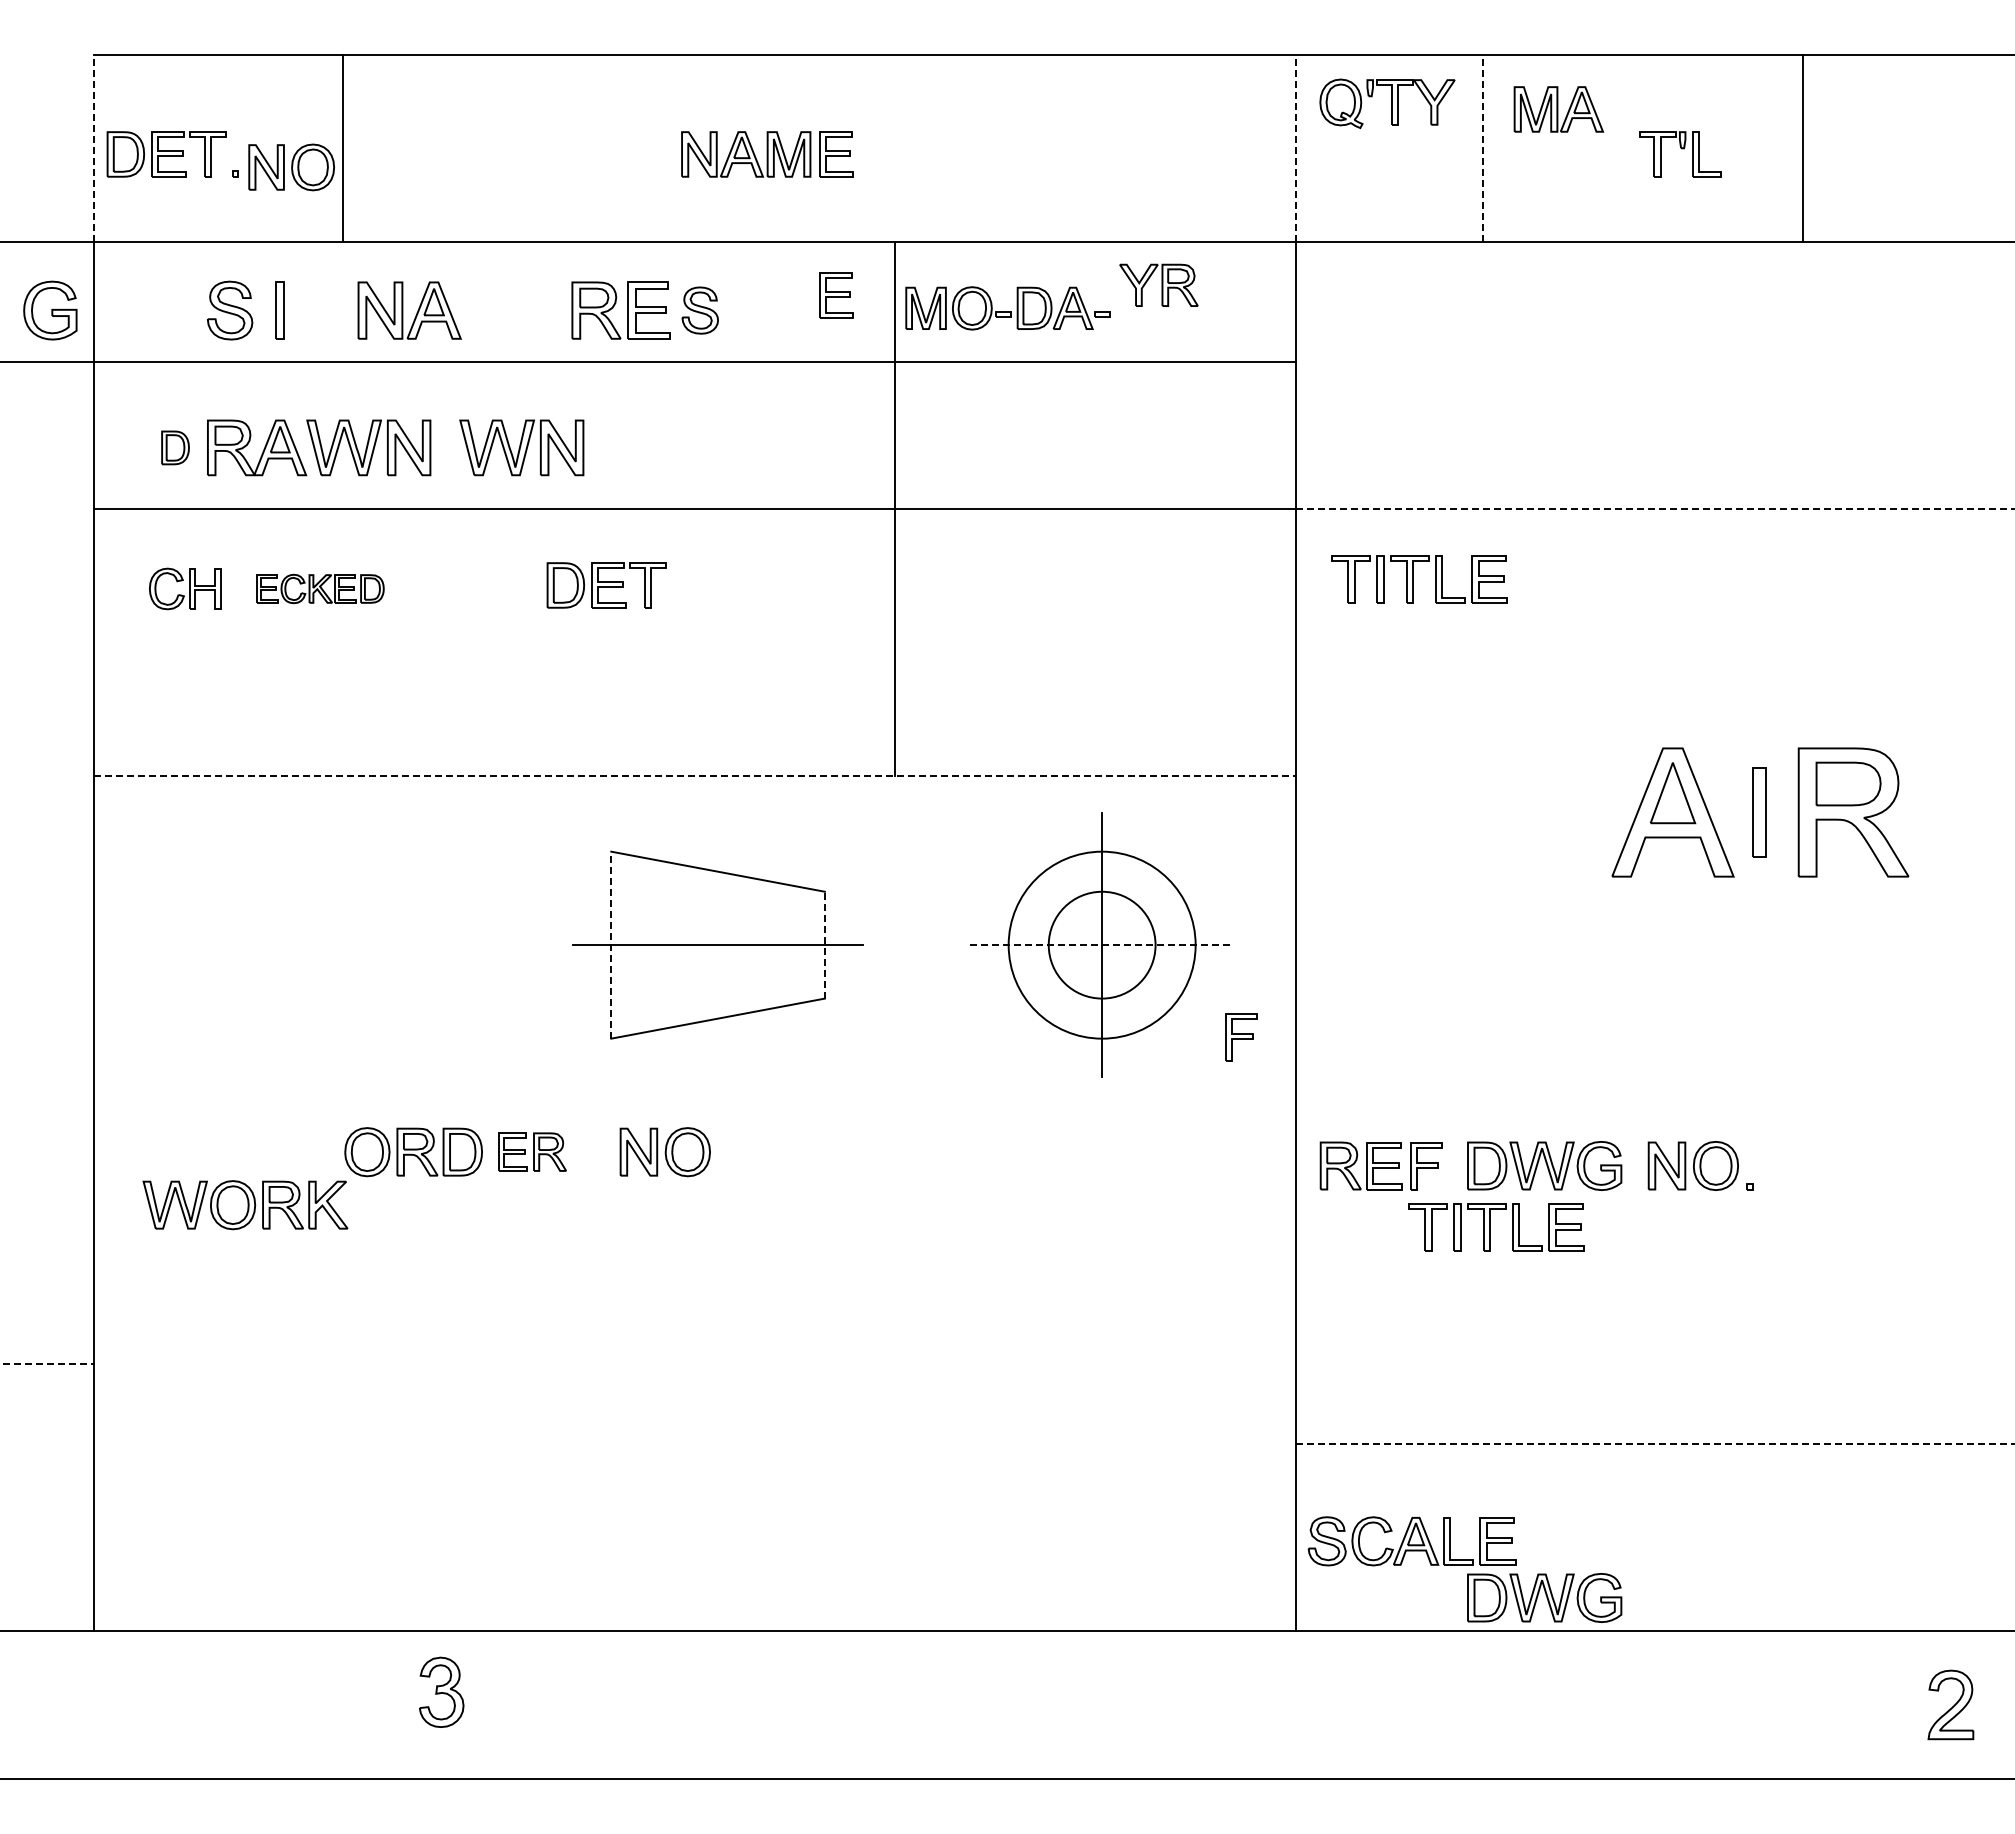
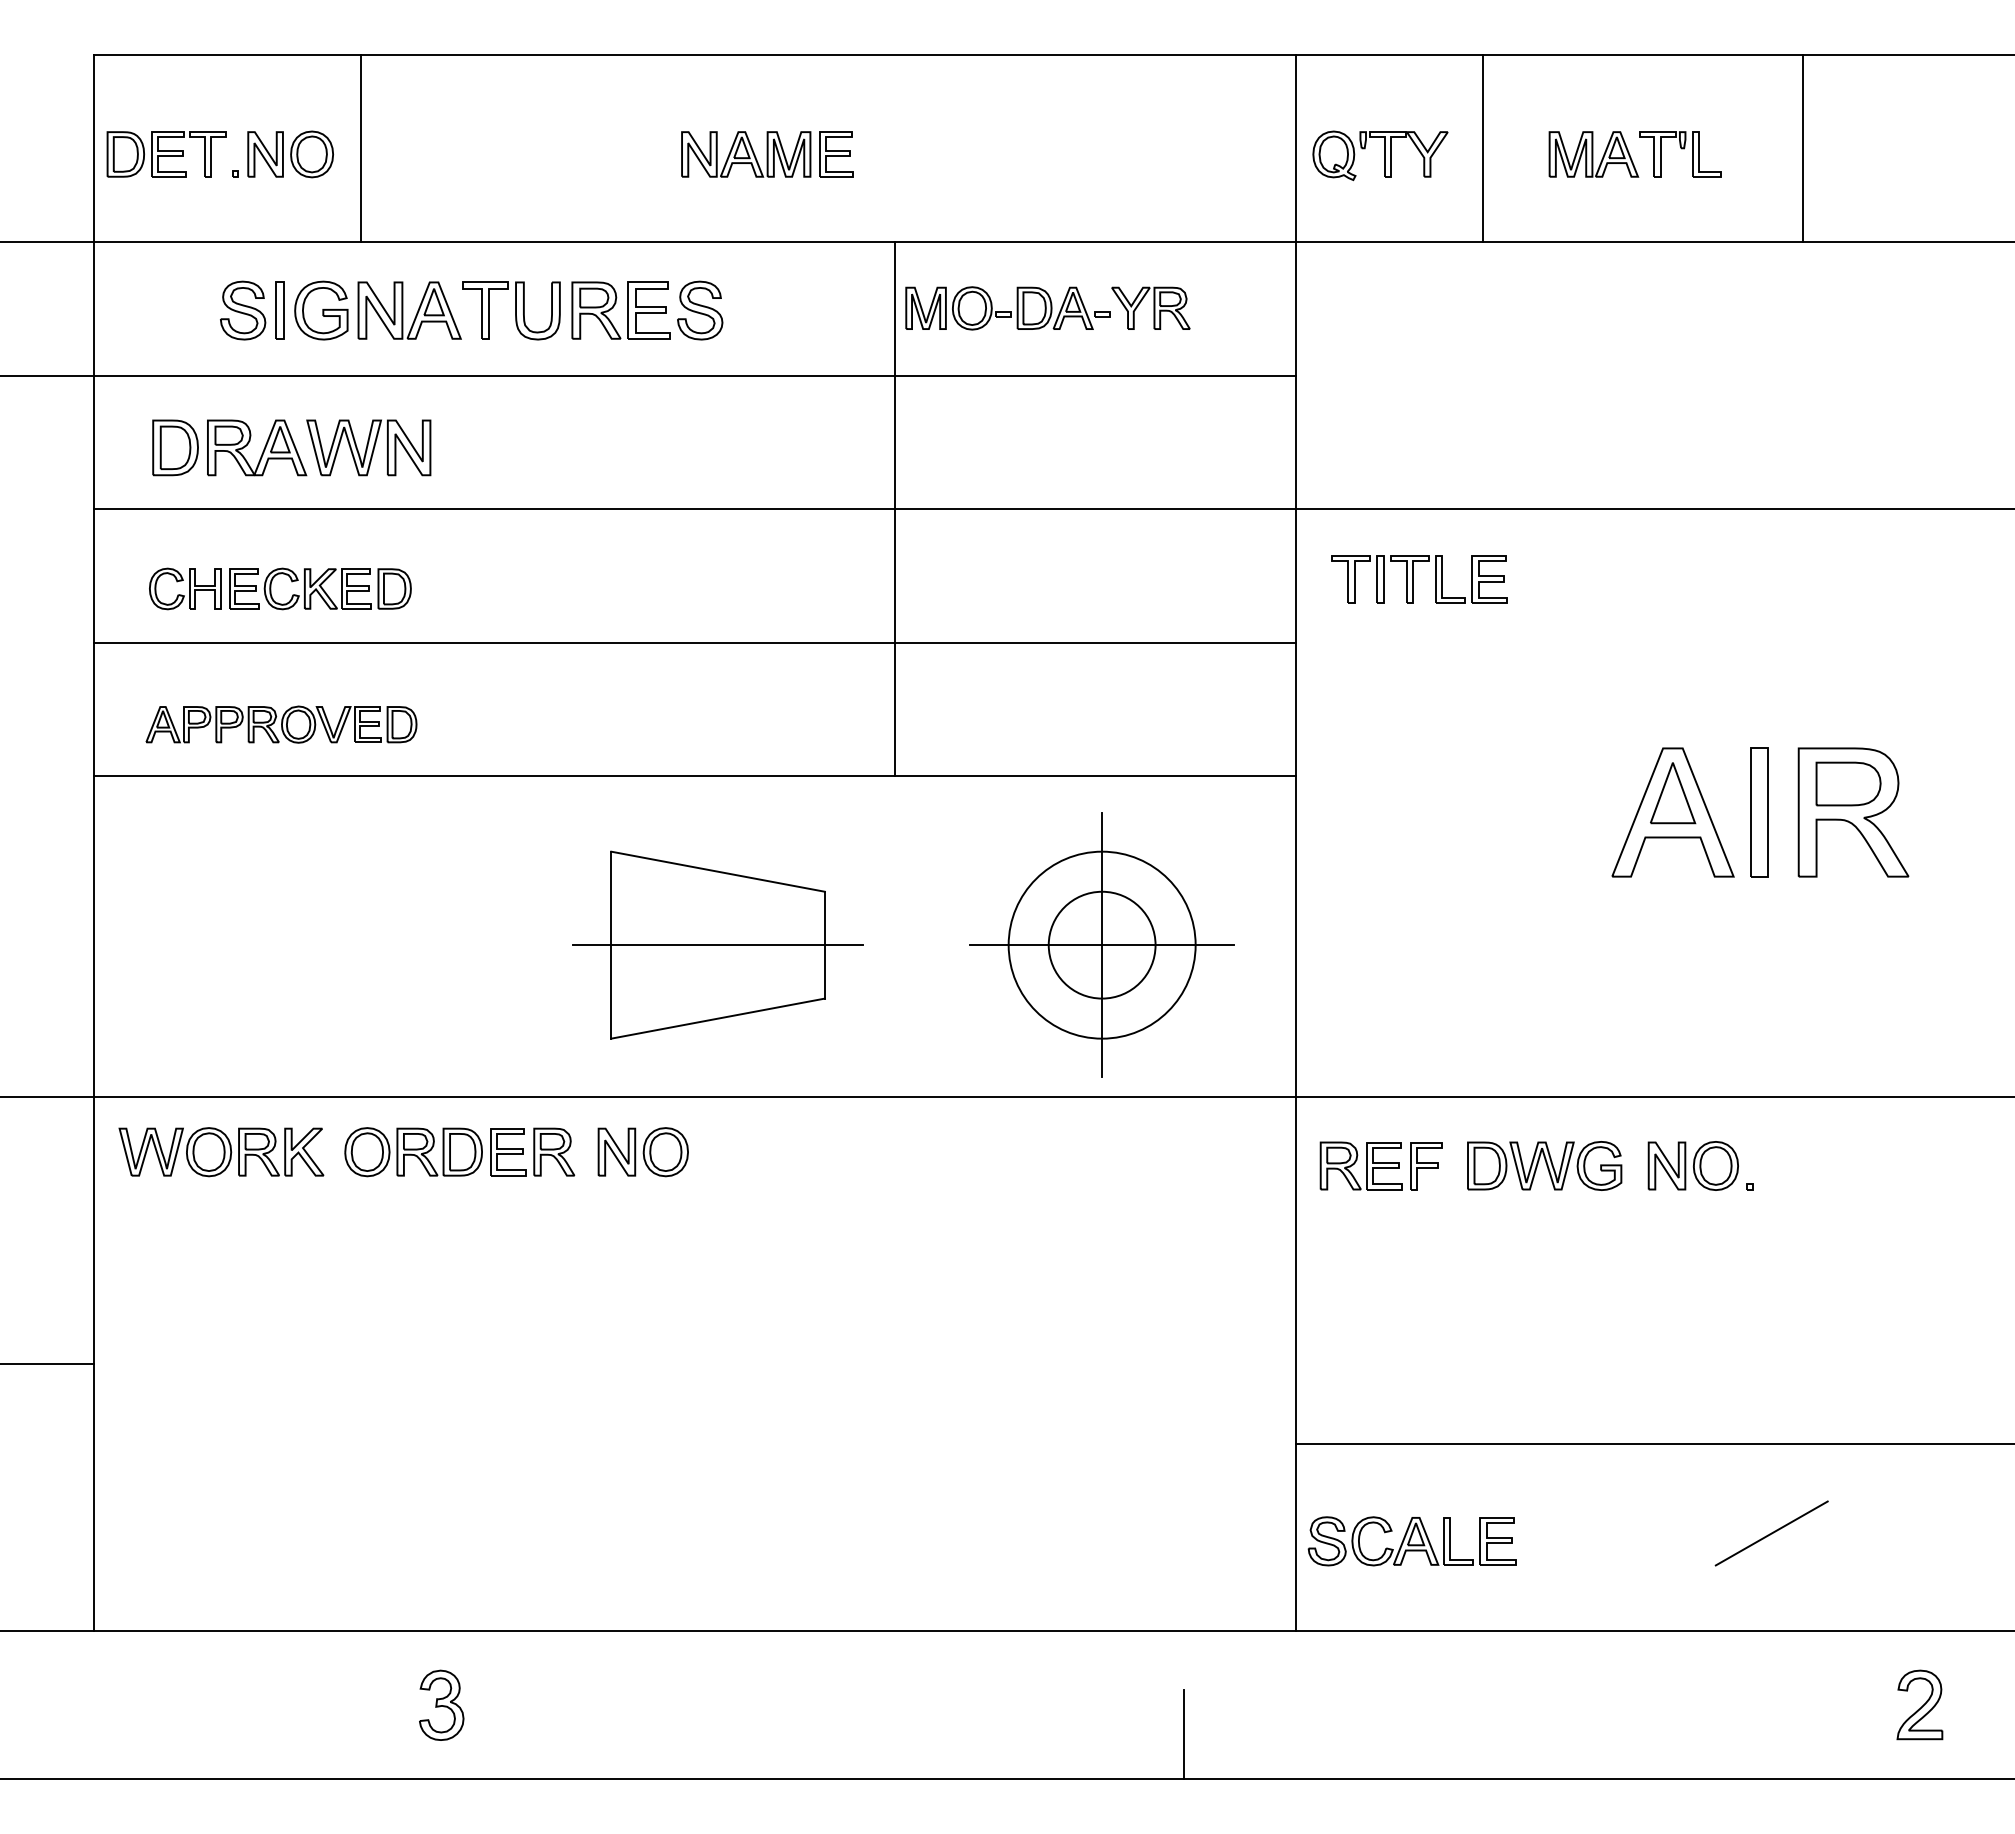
part at (1387, 103) position: (1387, 103) -> (1380, 155)
part at (1558, 109) position: (1558, 109) -> (1593, 154)
line at (93, 148): dashed -> solid
line at (342, 148) position: (342, 148) -> (360, 148)
line at (1295, 148): dashed -> solid
line at (1482, 148): dashed -> solid
part at (291, 167) position: (291, 167) -> (290, 154)
part at (1158, 284) position: (1158, 284) -> (1150, 307)
part at (836, 295): present -> none
part at (50, 310) position: (50, 310) -> (321, 310)
part at (230, 310) position: (230, 310) -> (243, 310)
part at (511, 310): none -> present
part at (699, 310) size: 38x49 px -> 47x61 px
line at (648, 361) position: (648, 361) -> (648, 375)
part at (175, 447) size: 29x36 px -> 47x58 px
part at (521, 447): present -> none
line at (1655, 509): dashed -> solid
part at (606, 585): present -> none
part at (320, 588) size: 129x32 px -> 183x44 px
line at (694, 642): none -> present
part at (281, 724): none -> present
line at (694, 776): dashed -> solid
part at (1759, 812) size: 15x91 px -> 19x131 px
line at (611, 944): dashed -> solid
line at (824, 944): dashed -> solid
line at (1102, 945): dashed -> solid
part at (1241, 1037): present -> none
line at (1006, 1096): none -> present
part at (532, 1151) size: 69x40 px -> 86x50 px
part at (664, 1152) position: (664, 1152) -> (642, 1152)
part at (245, 1205) position: (245, 1205) -> (221, 1152)
part at (1496, 1227): present -> none
line at (47, 1363): dashed -> solid
line at (1655, 1443): dashed -> solid
line at (1771, 1533): none -> present
part at (1544, 1597): present -> none
part at (441, 1691) position: (441, 1691) -> (441, 1704)
part at (1950, 1704) position: (1950, 1704) -> (1919, 1704)
line at (1183, 1734): none -> present
